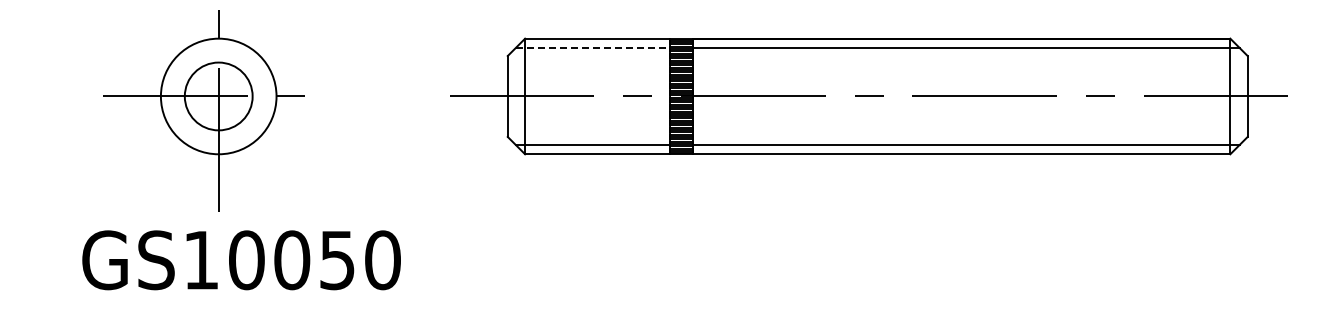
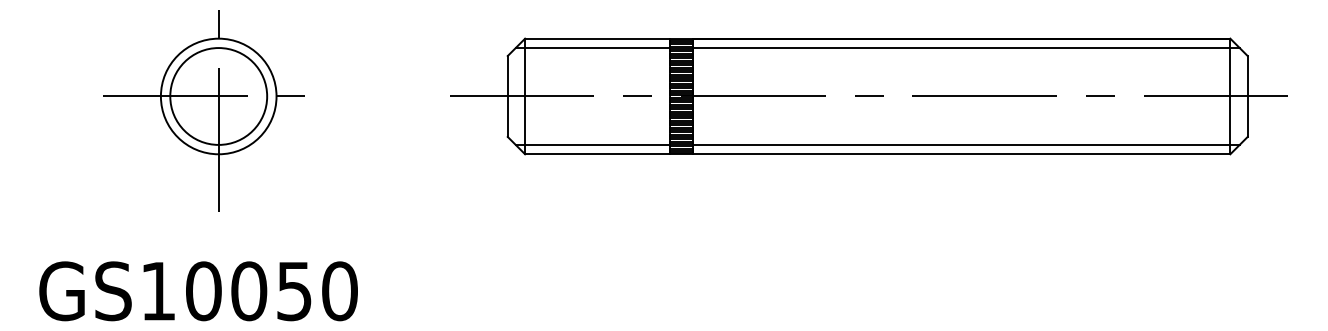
line at (592, 48): dashed -> solid
circle at (218, 96) diameter: 68 px -> 97 px
text at (241, 260) position: (241, 260) -> (198, 291)
